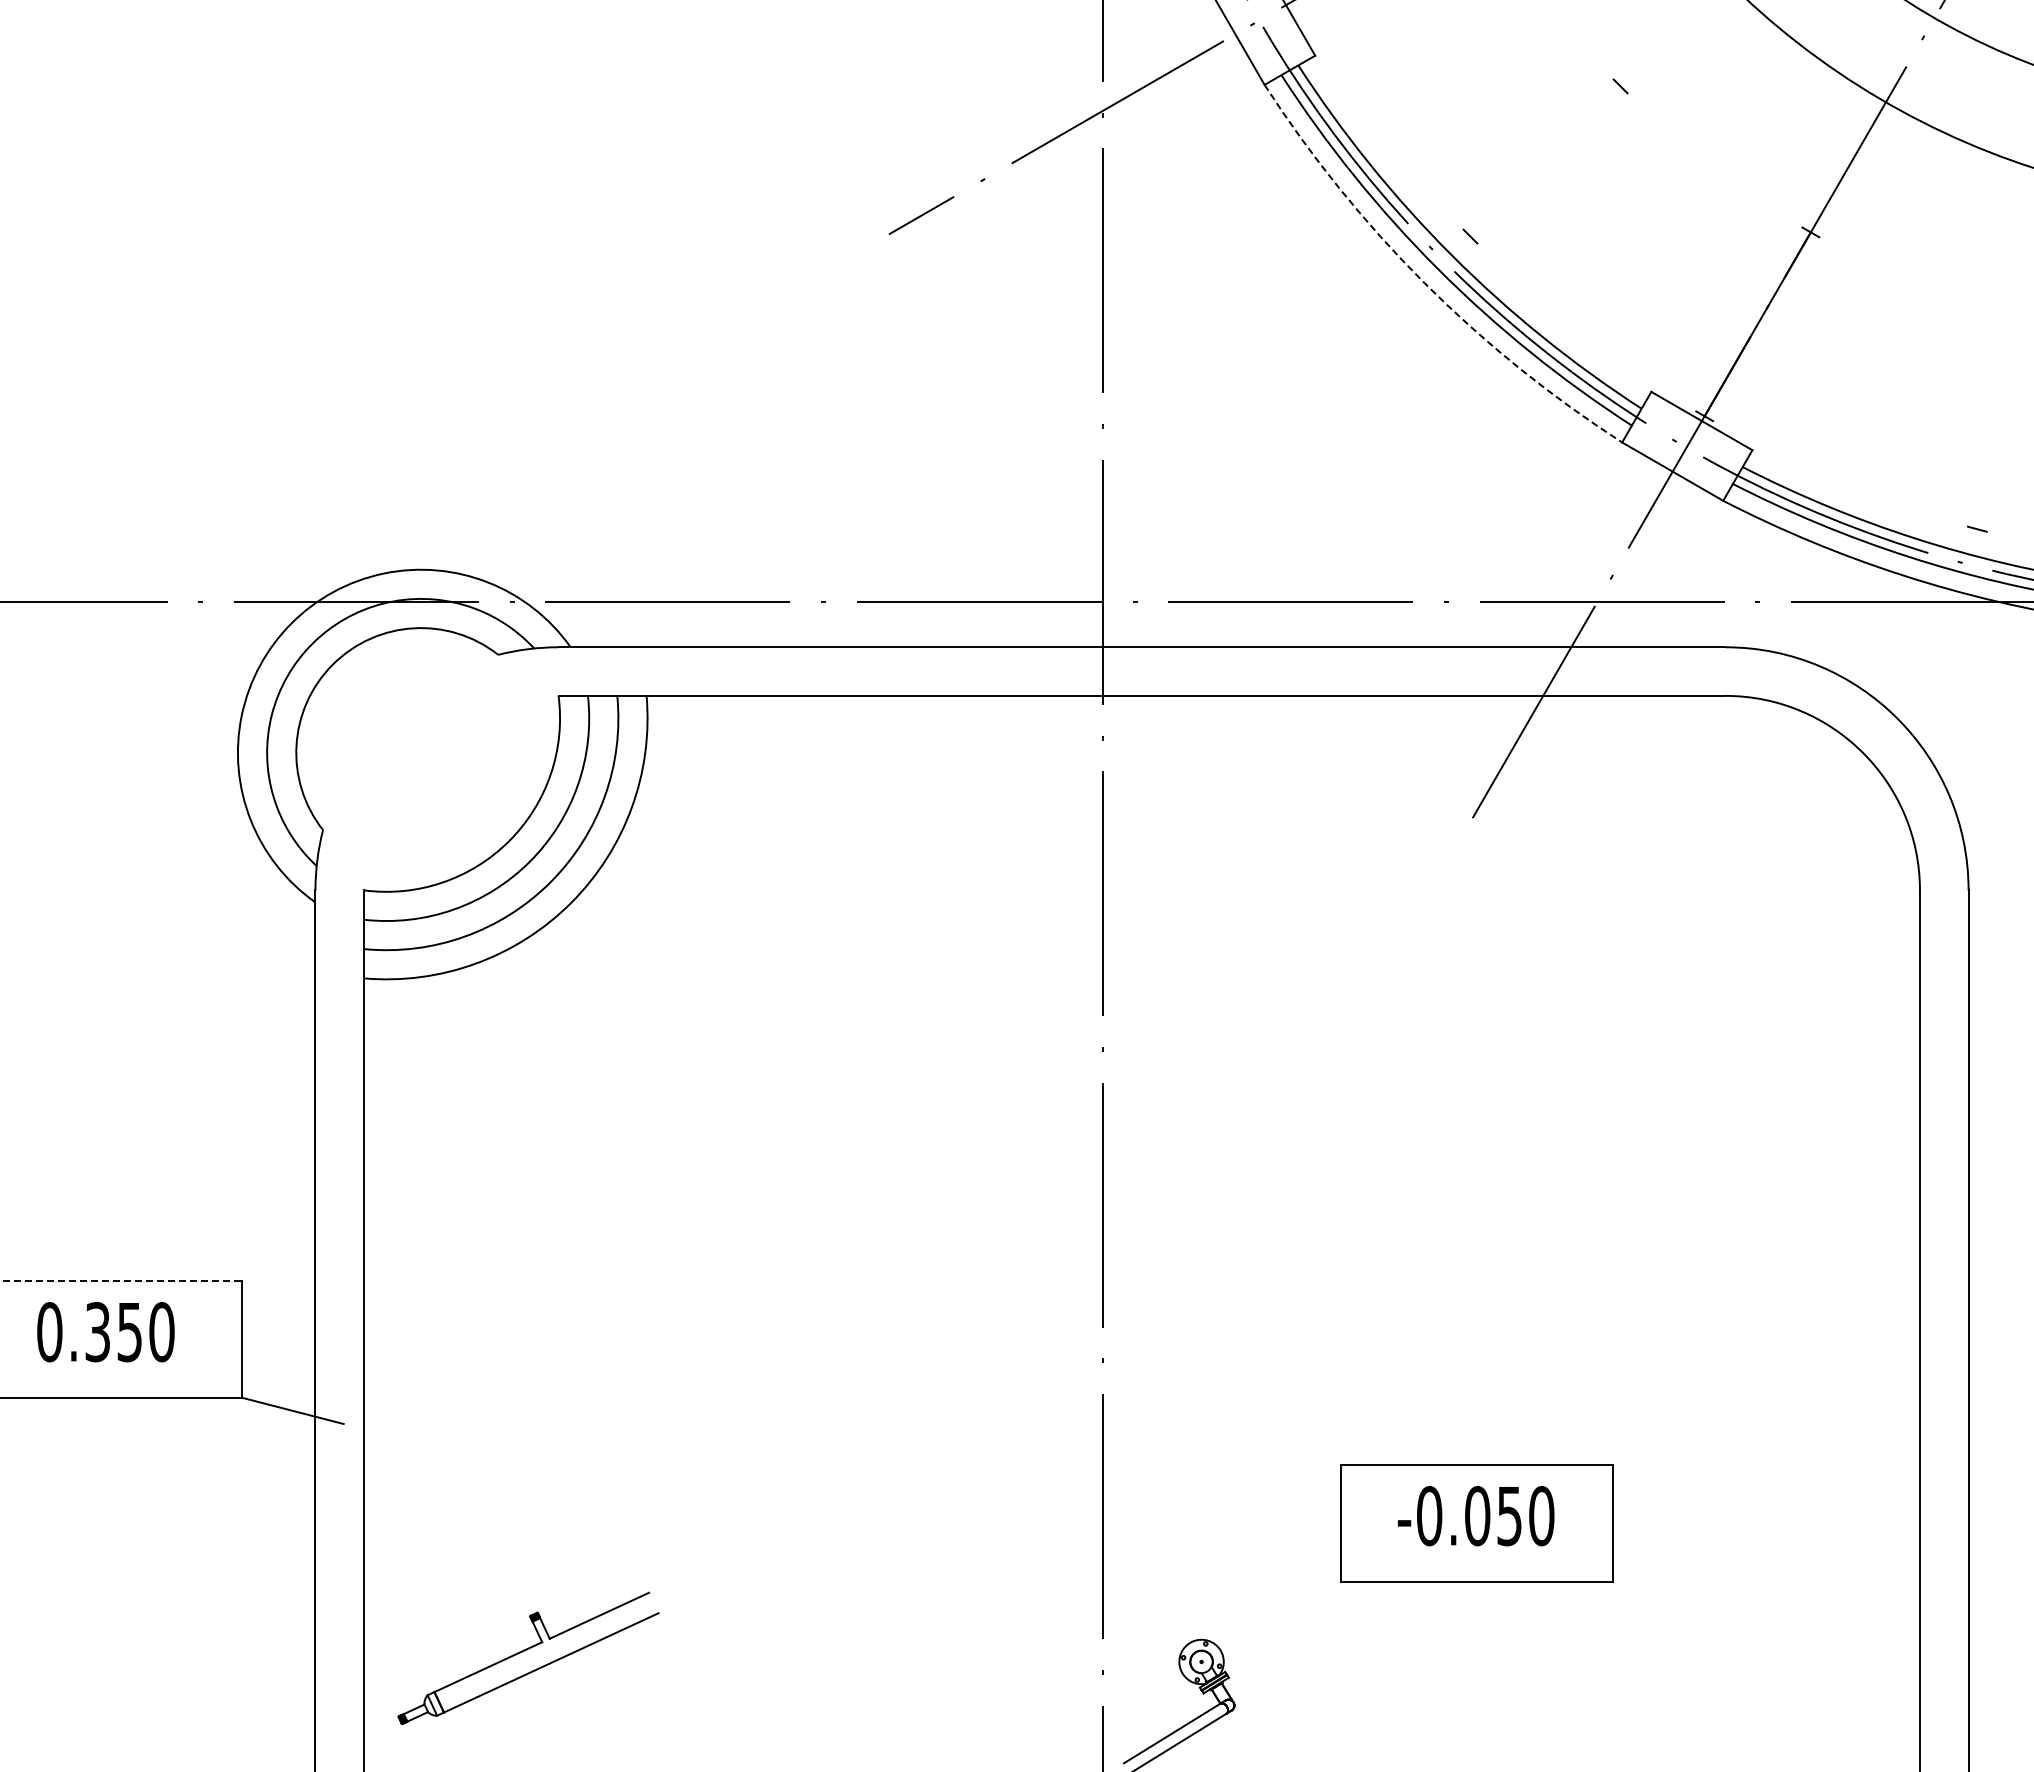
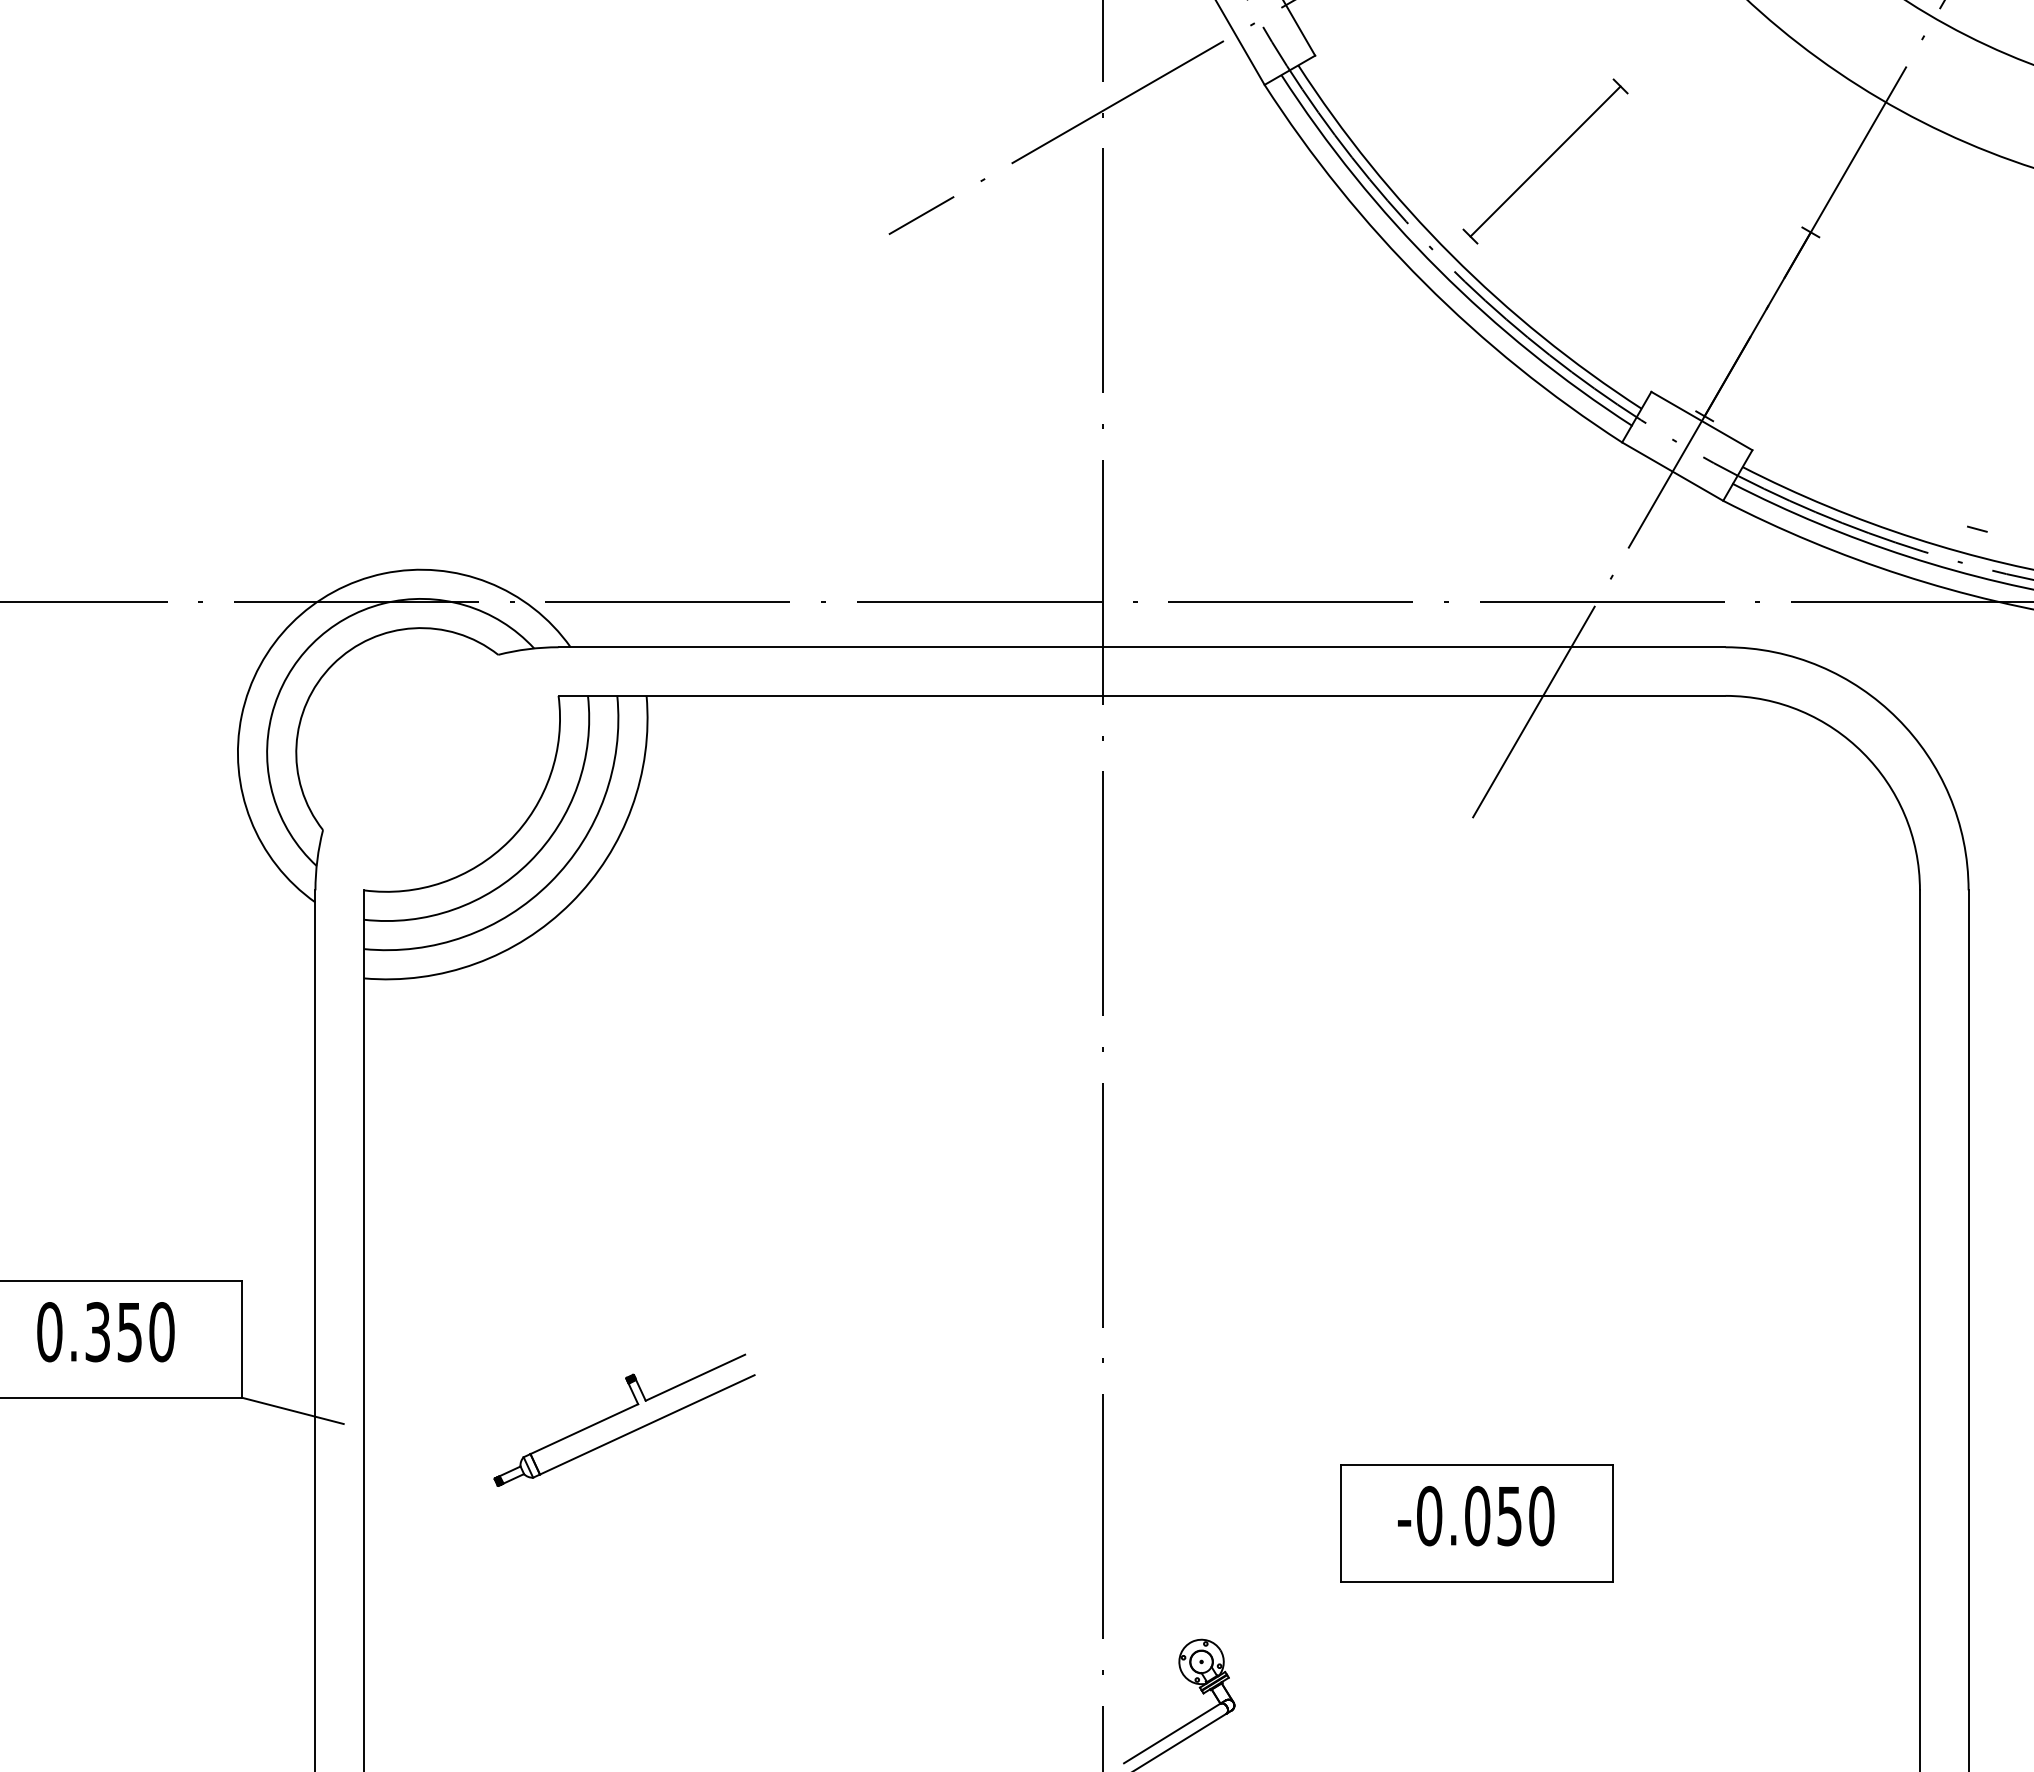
line at (1545, 161): none -> present
arc at (1424, 282): dashed -> solid
line at (121, 1281): dashed -> solid
part at (524, 1651) position: (524, 1651) -> (620, 1413)
